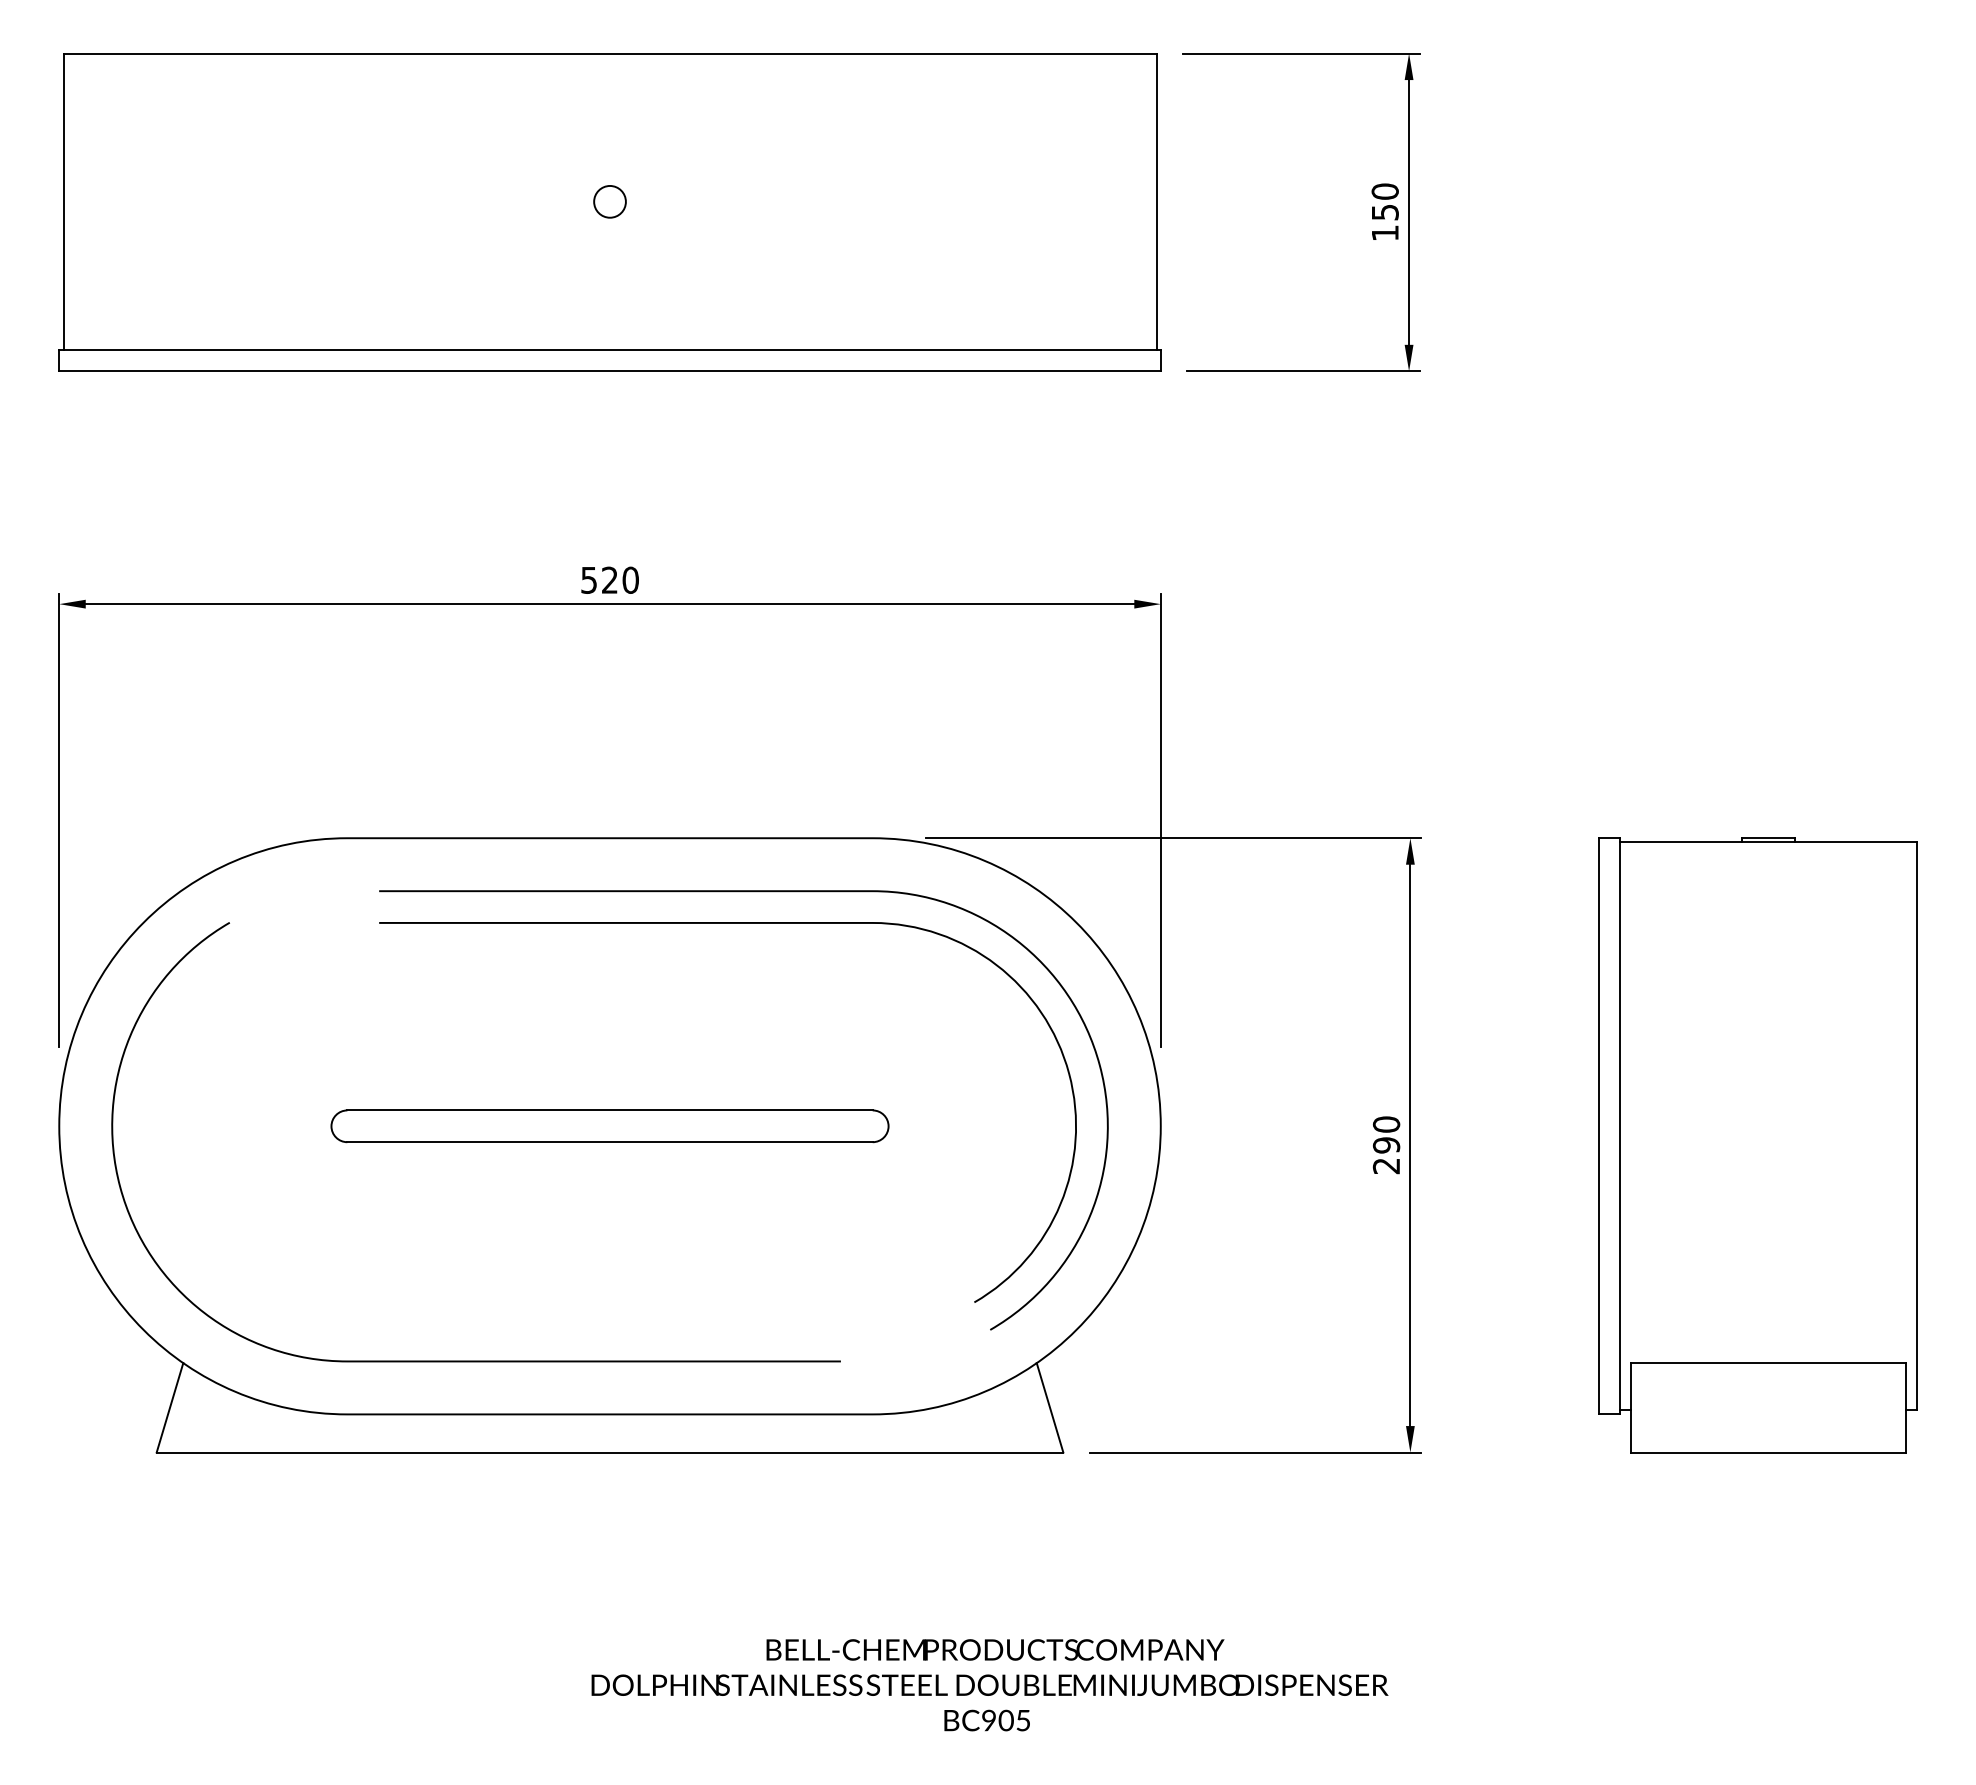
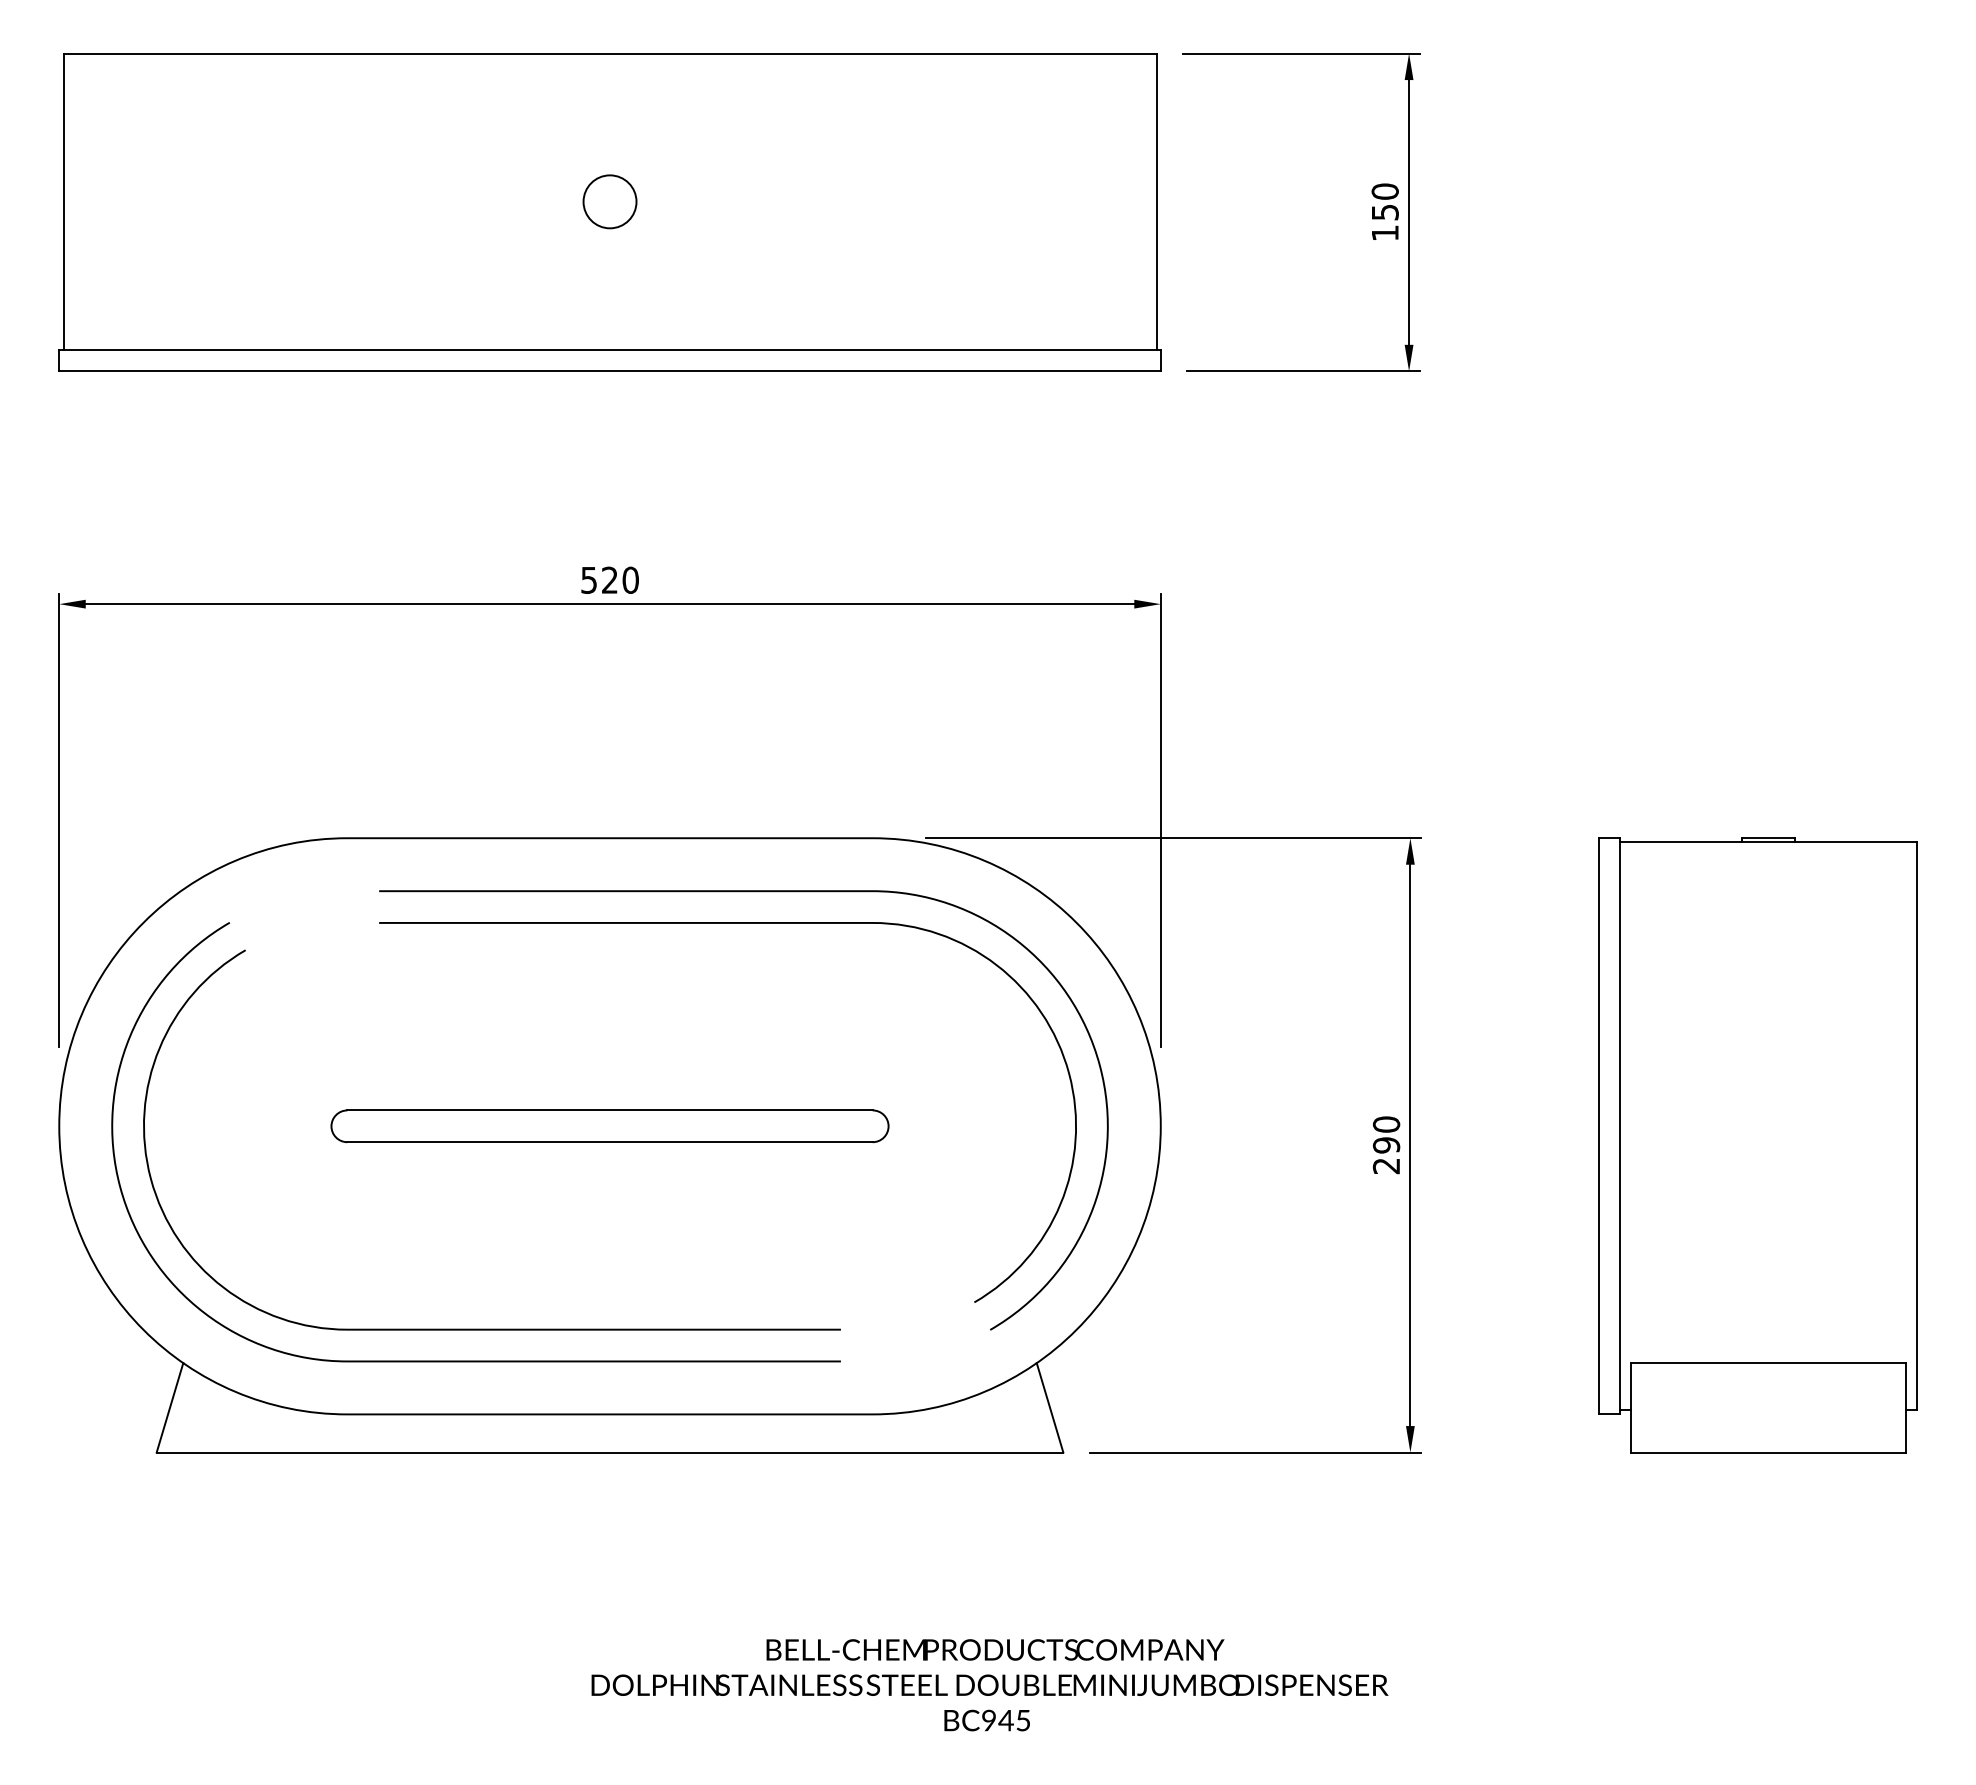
circle at (609, 201) diameter: 32 px -> 53 px
curve at (491, 1328): none -> present
text at (1005, 1720): BC905 -> BC945
